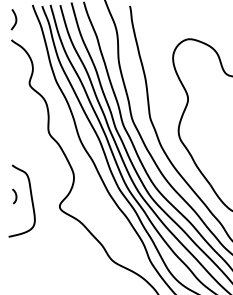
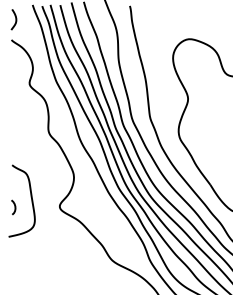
curve at (15, 196) position: (15, 196) -> (14, 207)
